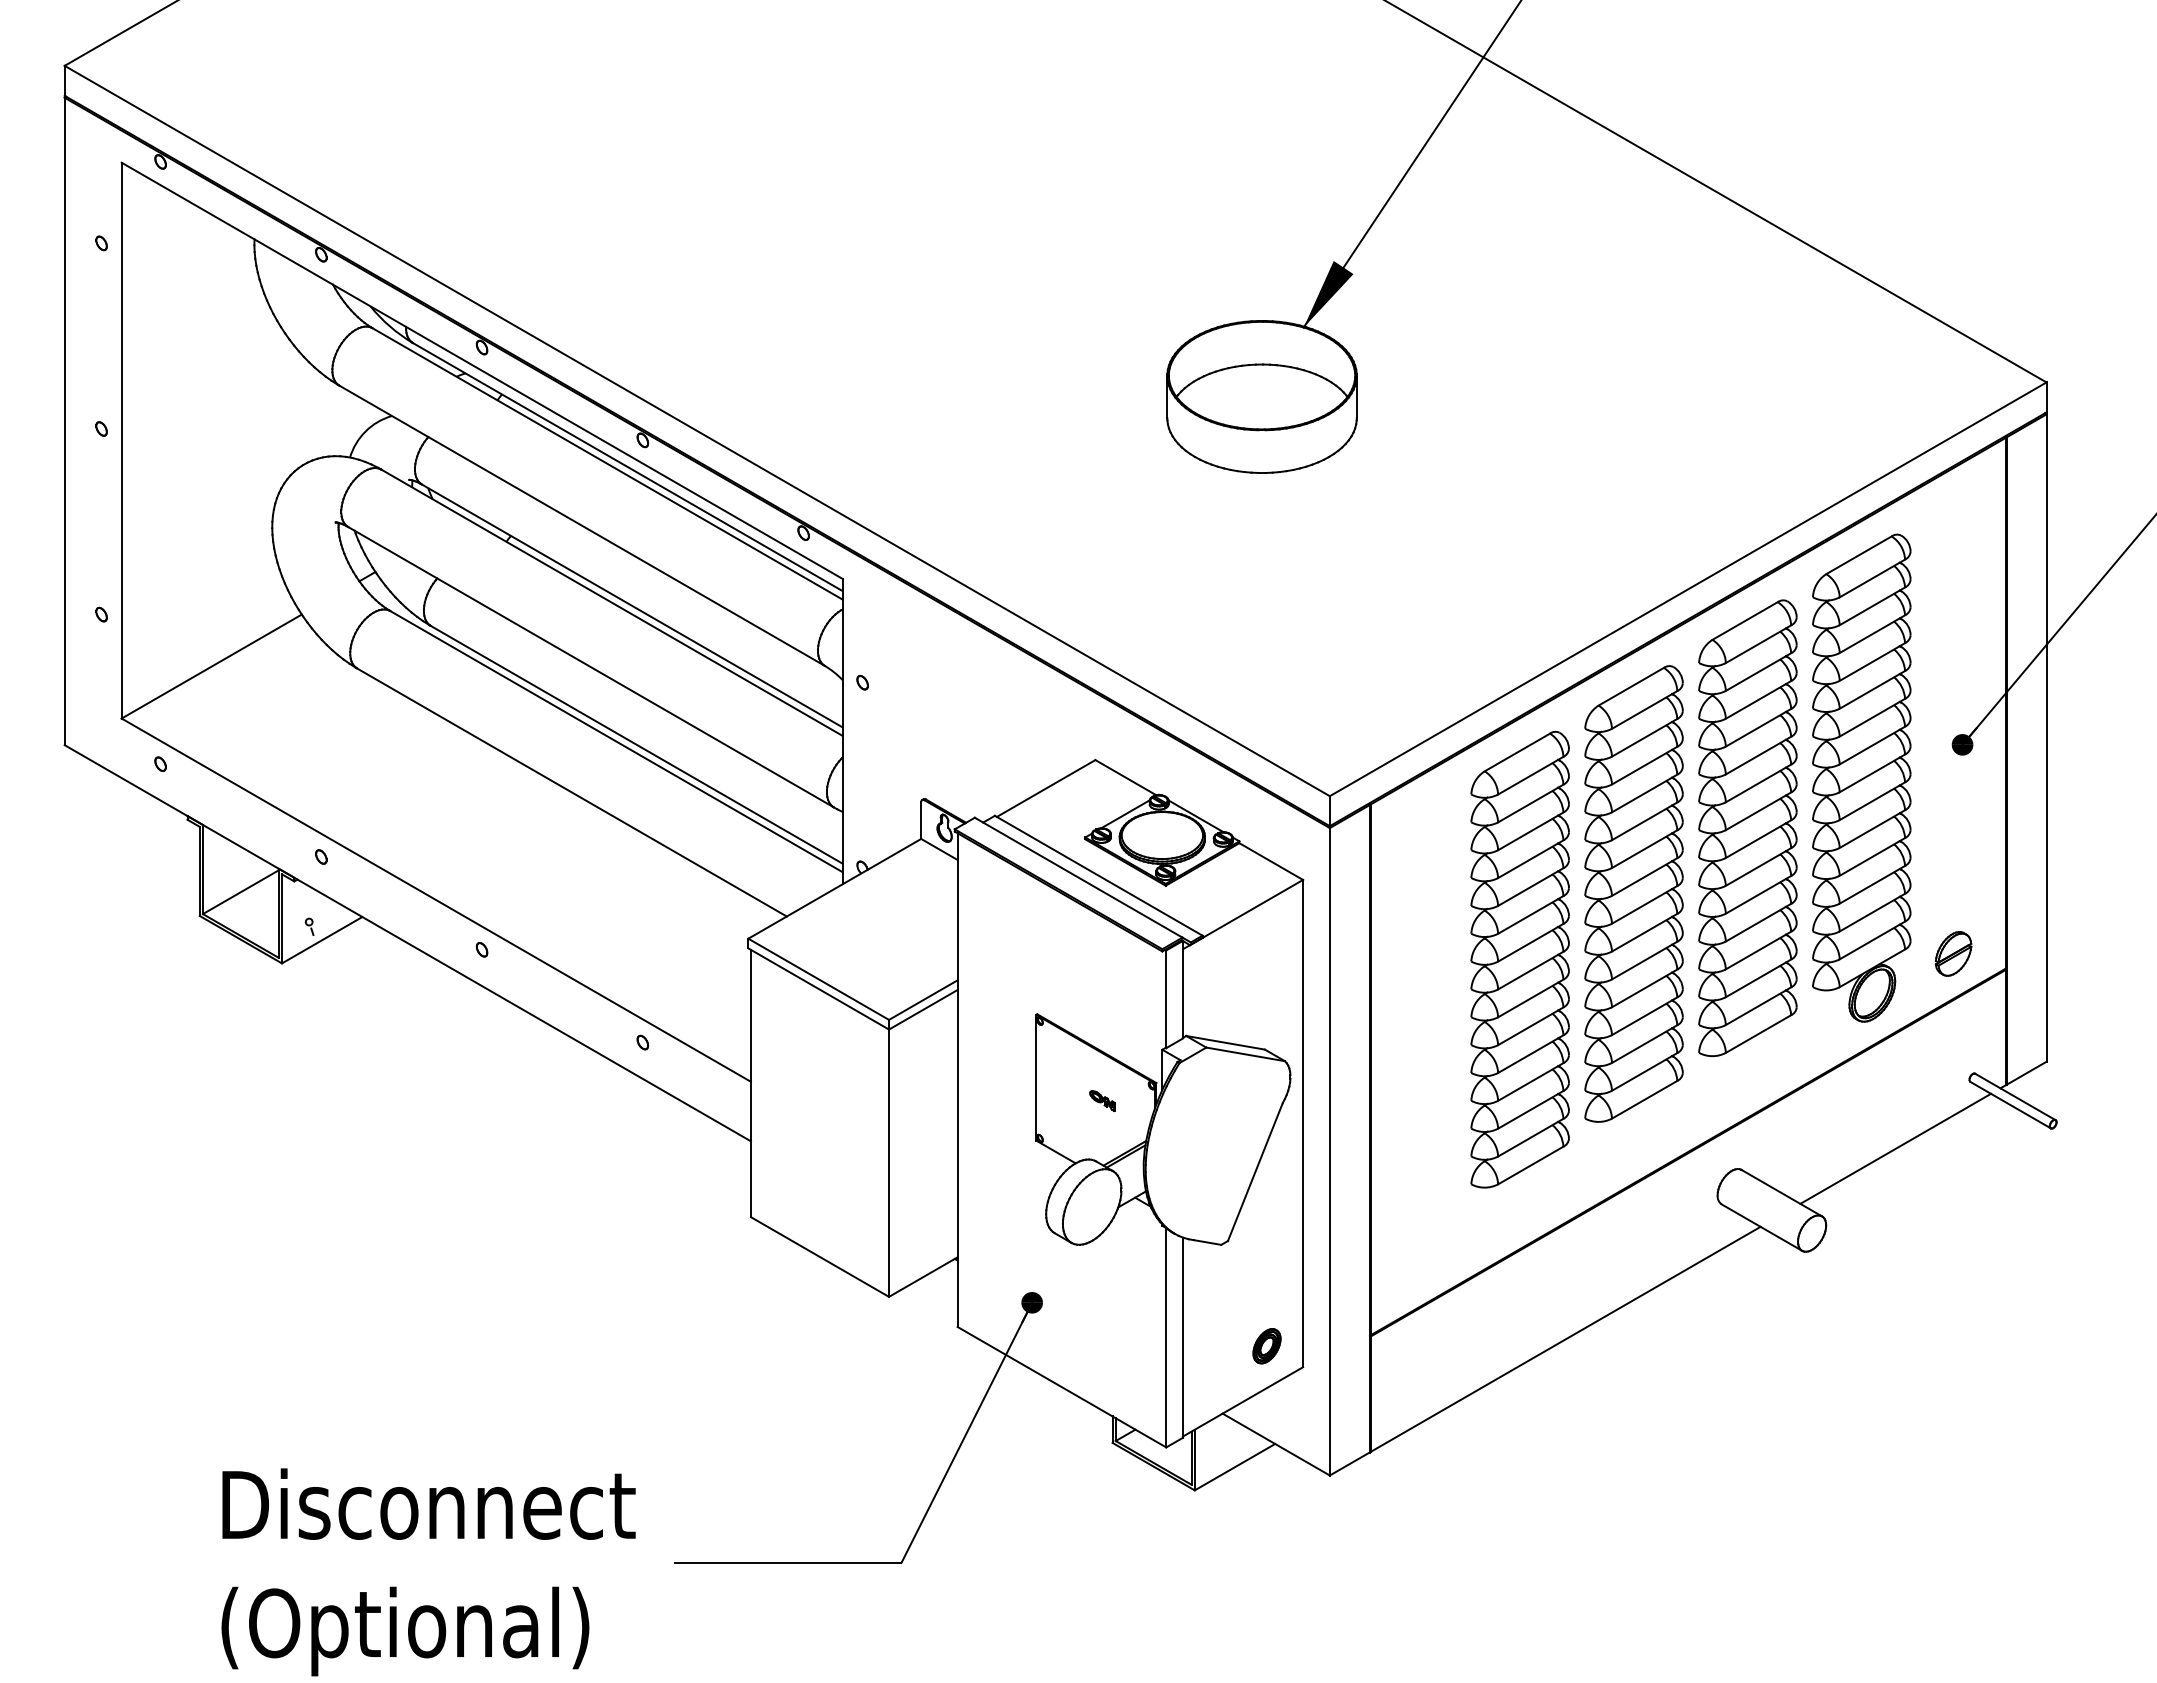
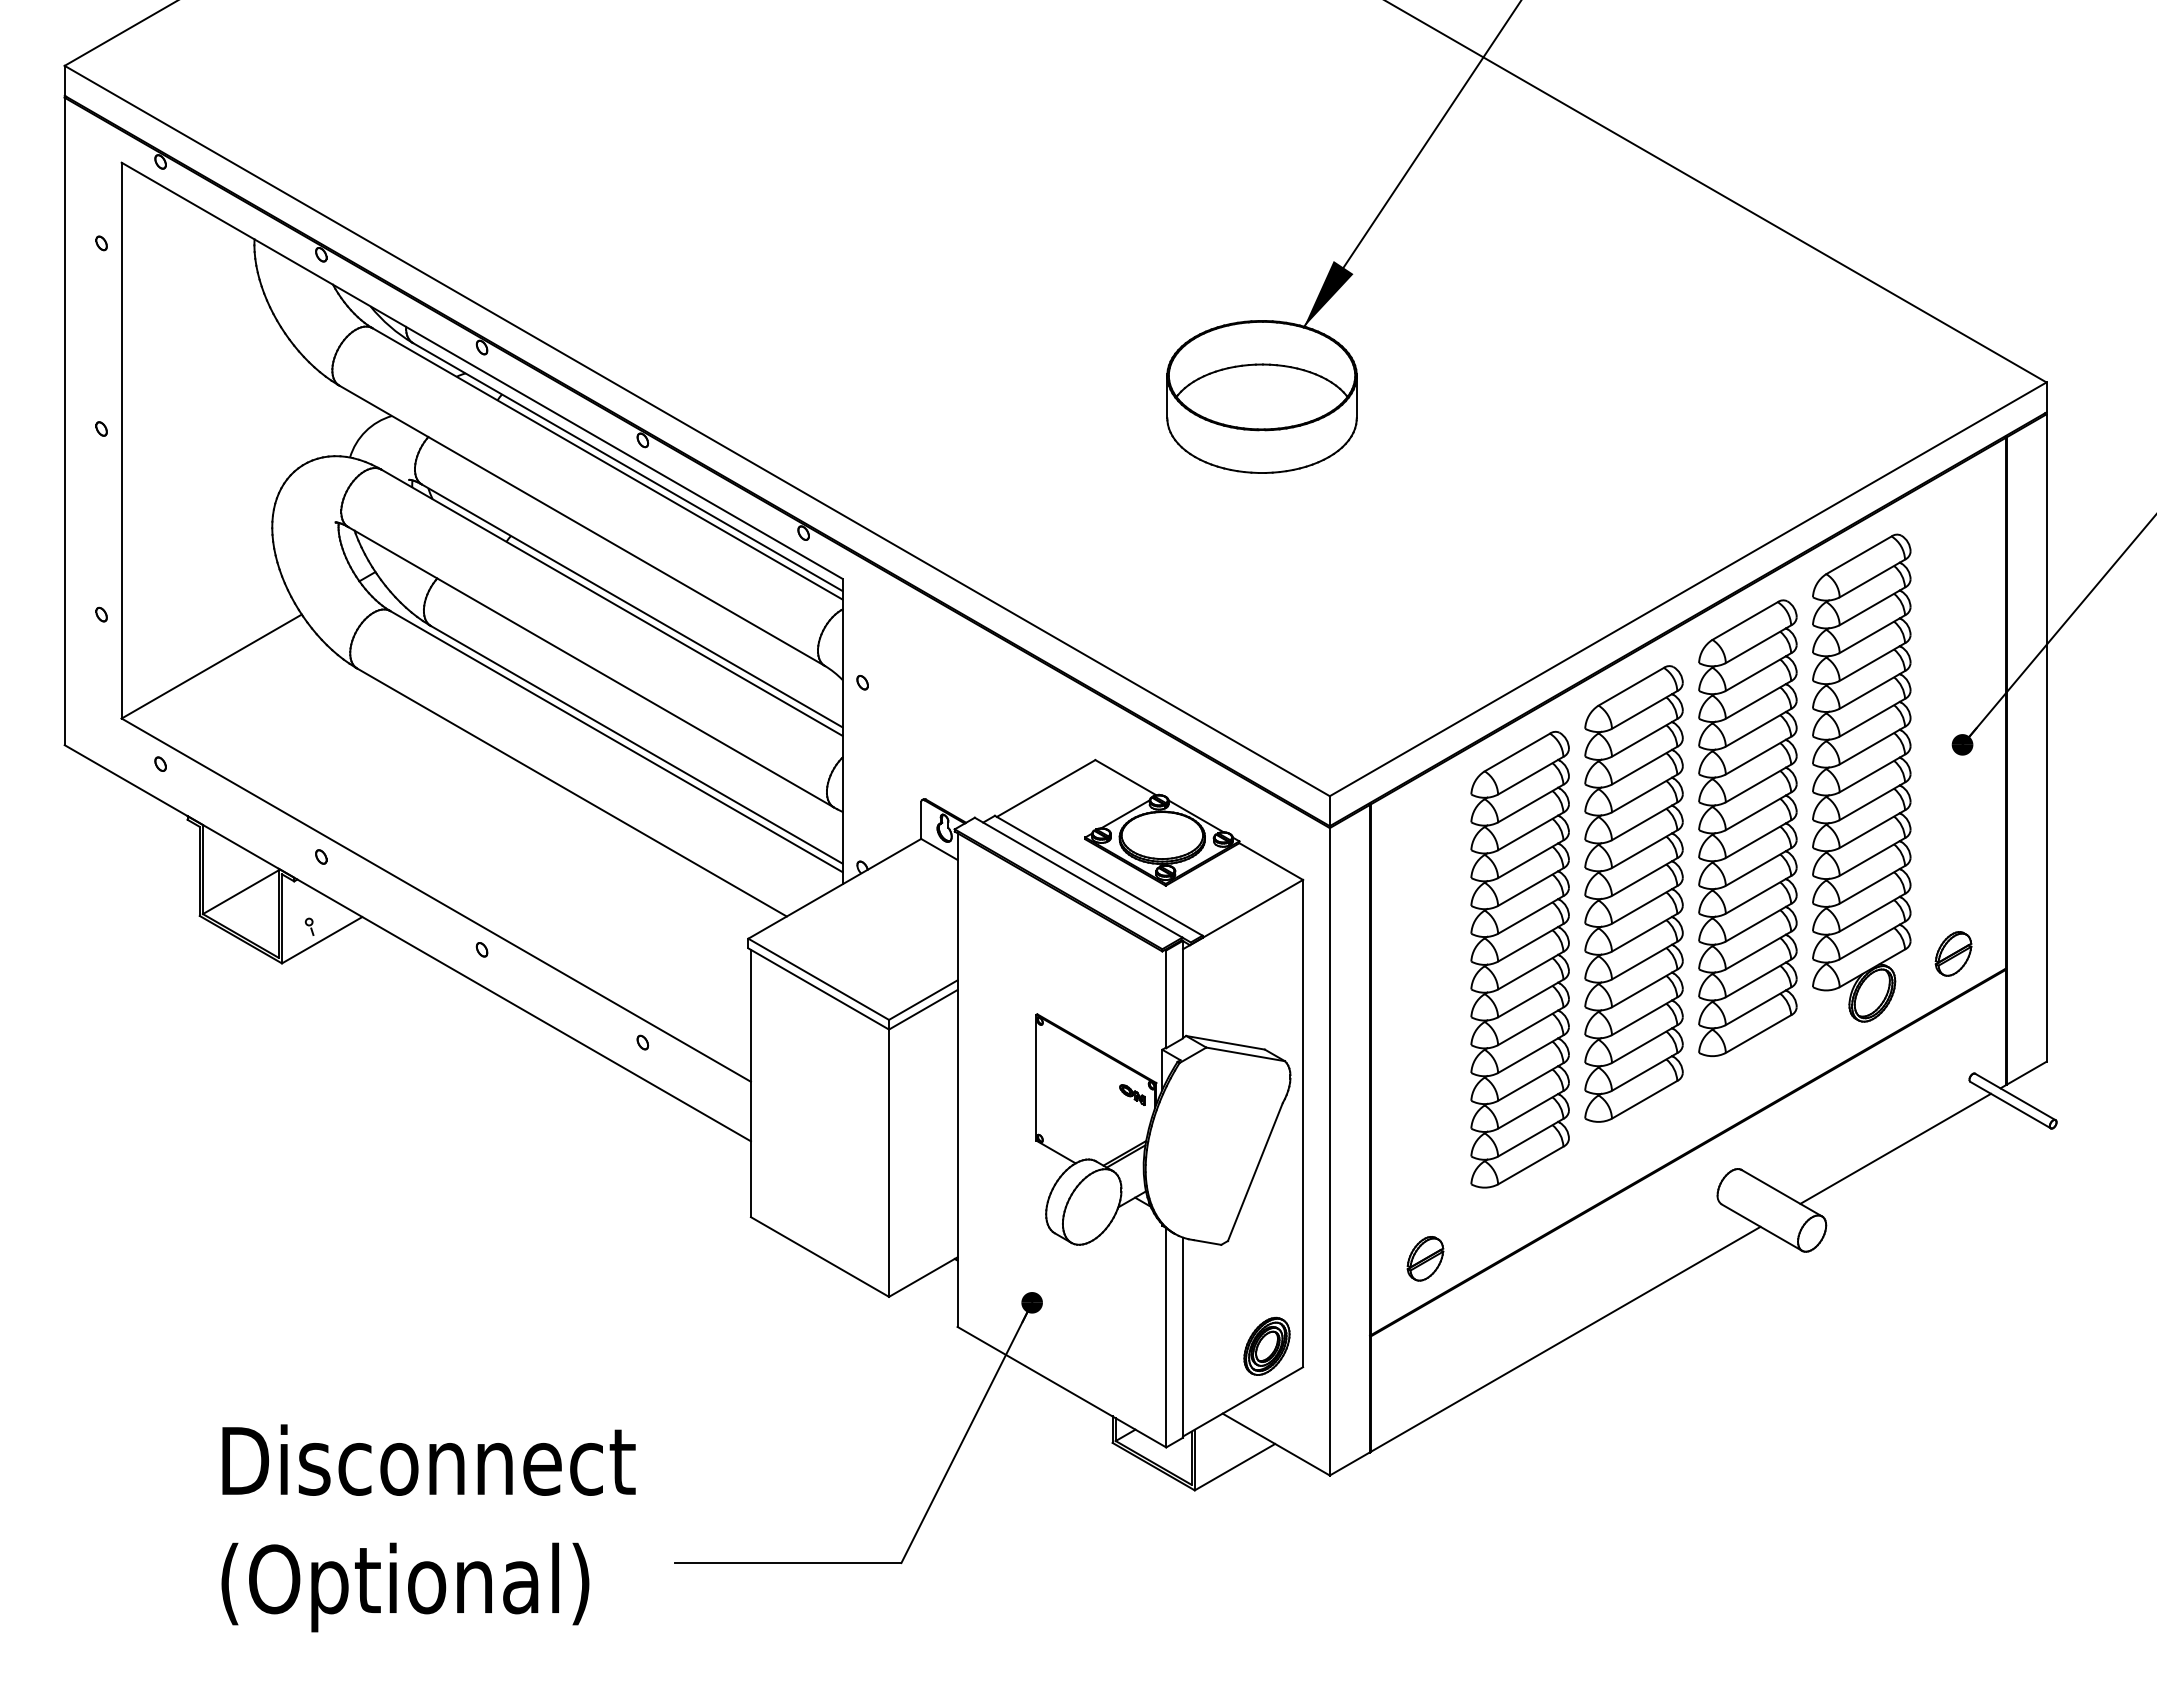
part at (1102, 1100) position: (1102, 1100) -> (1132, 1094)
part at (1425, 1258): none -> present
part at (1266, 1346) size: 30x37 px -> 48x60 px
text at (428, 1572) position: (428, 1572) -> (428, 1528)
